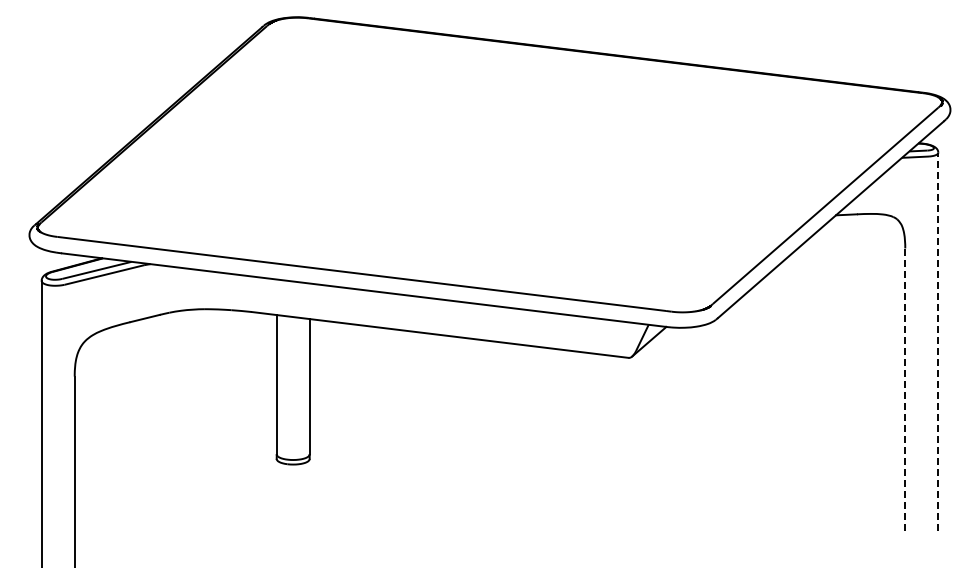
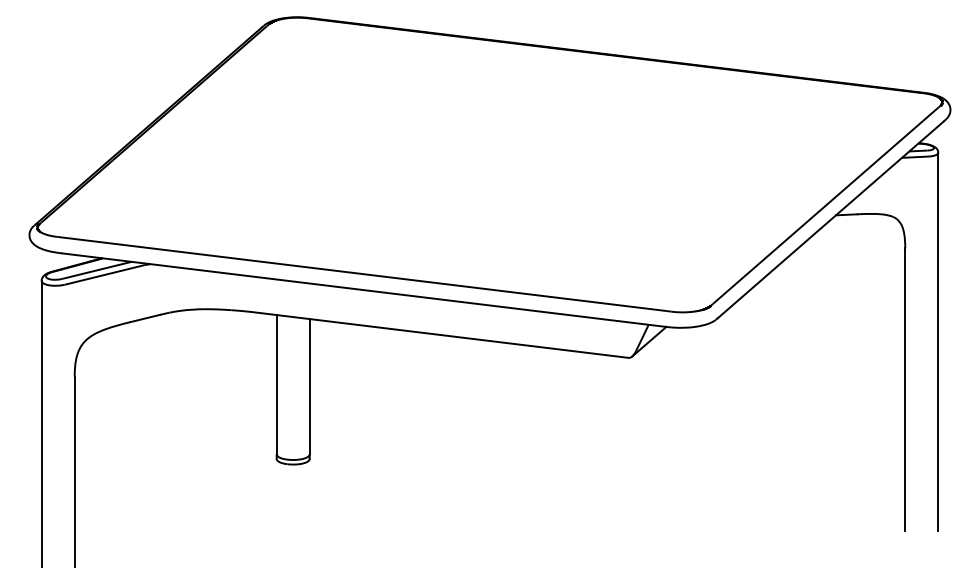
line at (938, 341): dashed -> solid
line at (905, 389): dashed -> solid
